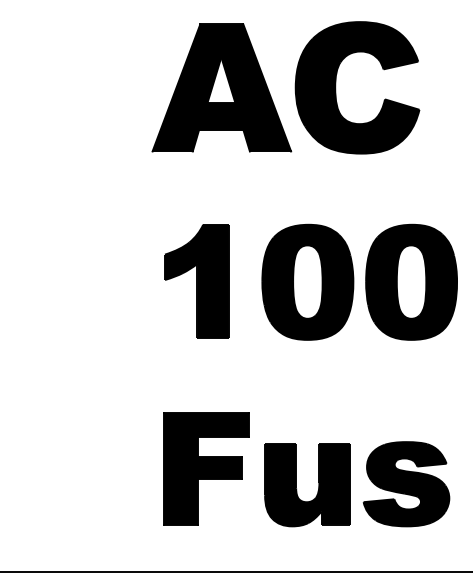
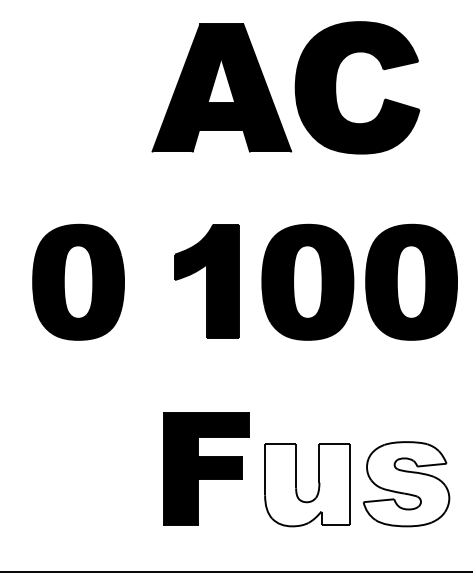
part at (78, 281): none -> present
part at (196, 281) position: (196, 281) -> (206, 281)
fill at (307, 484): present -> none
fill at (406, 484): present -> none
